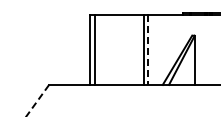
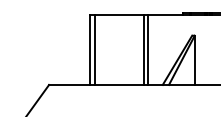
line at (148, 50): dashed -> solid
line at (37, 100): dashed -> solid
